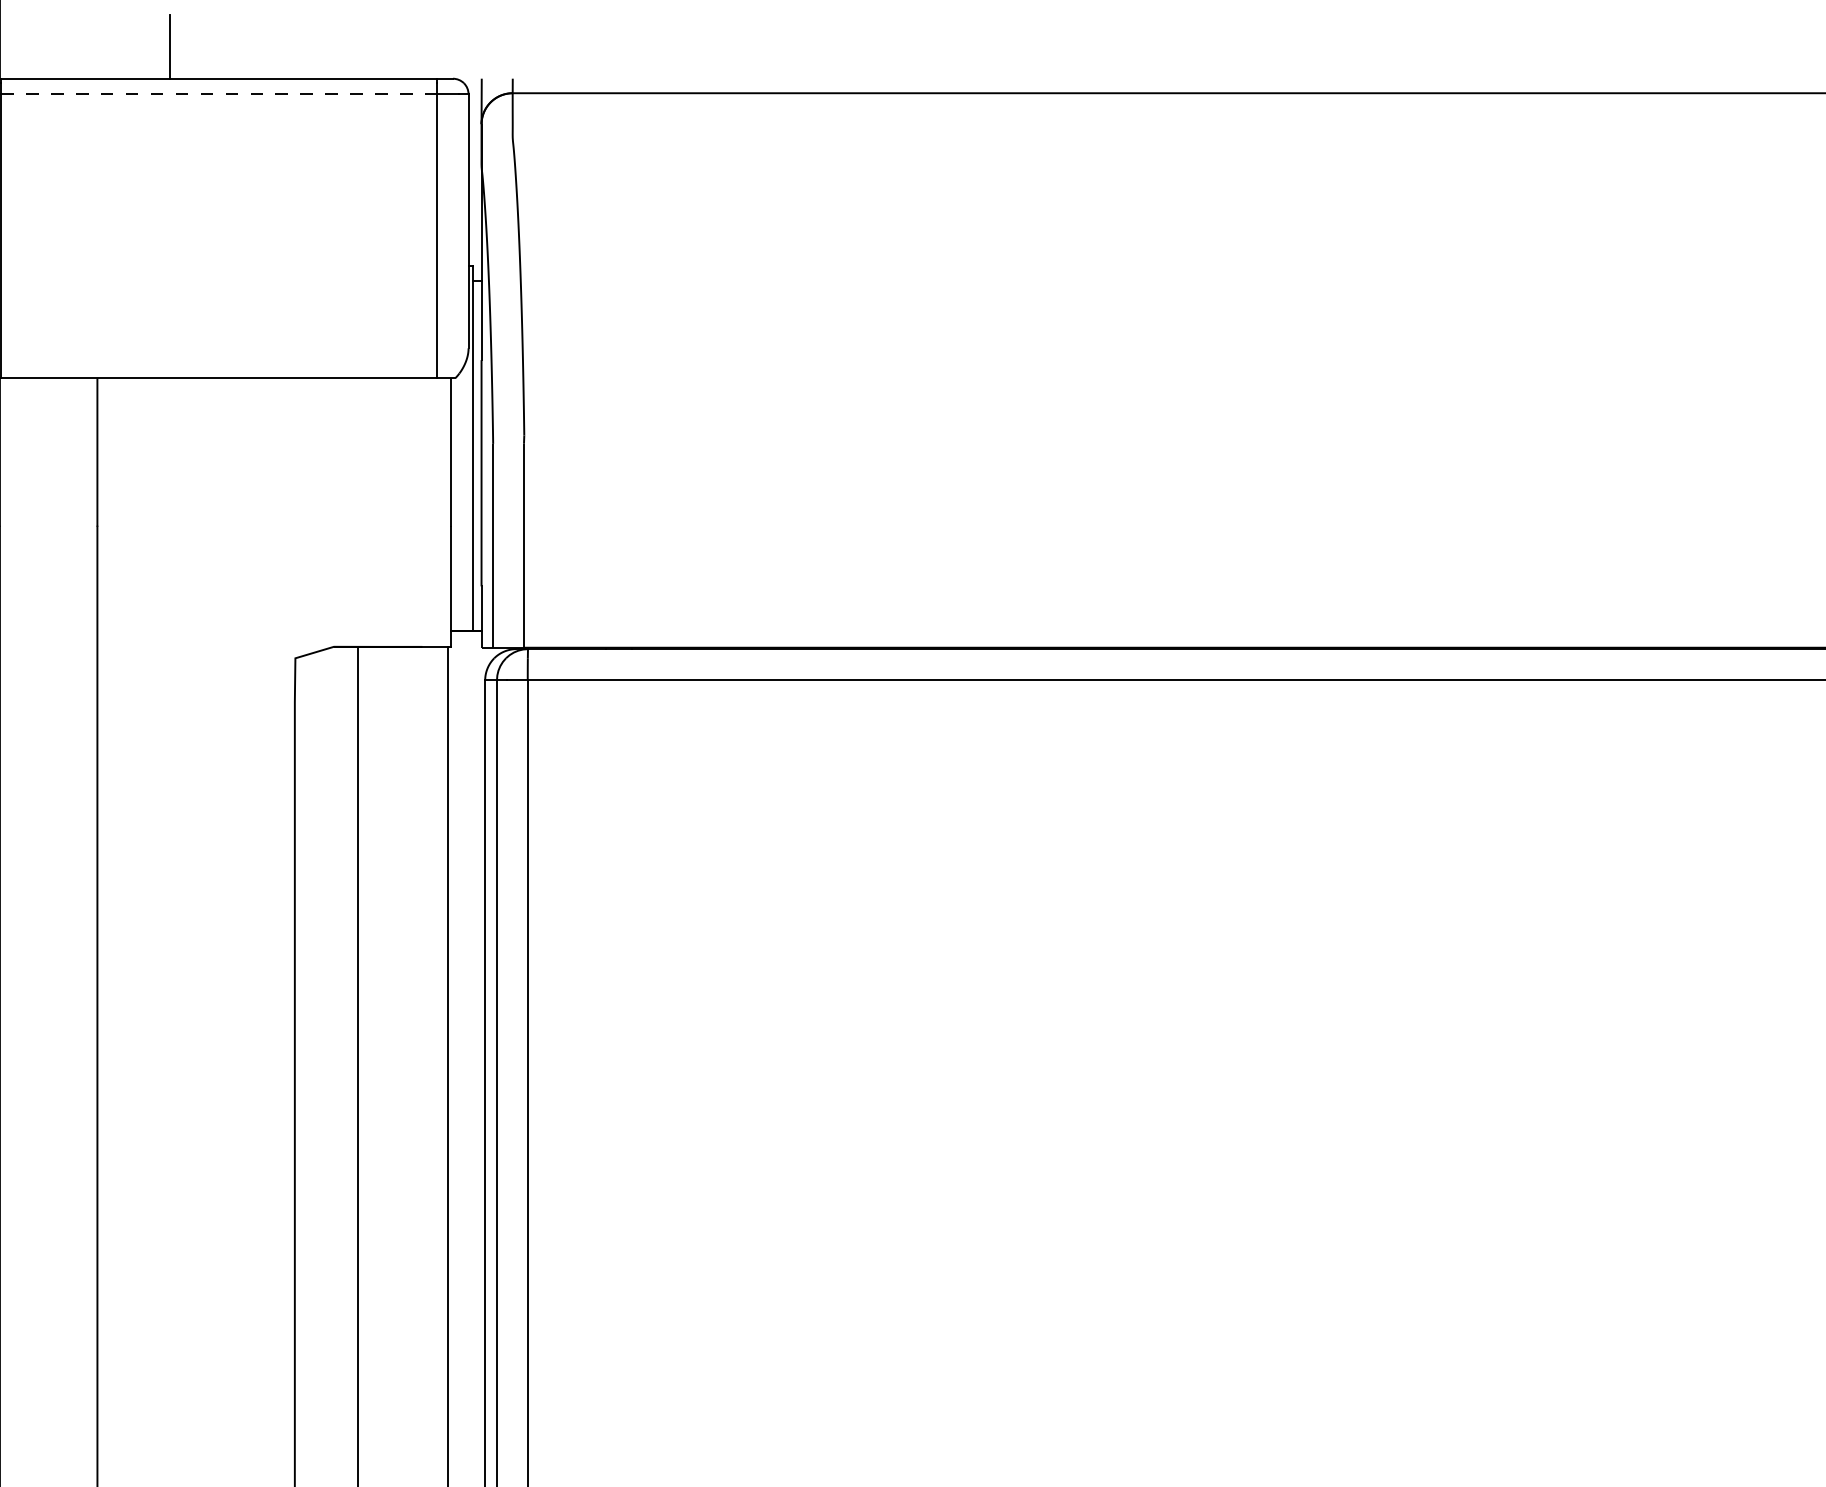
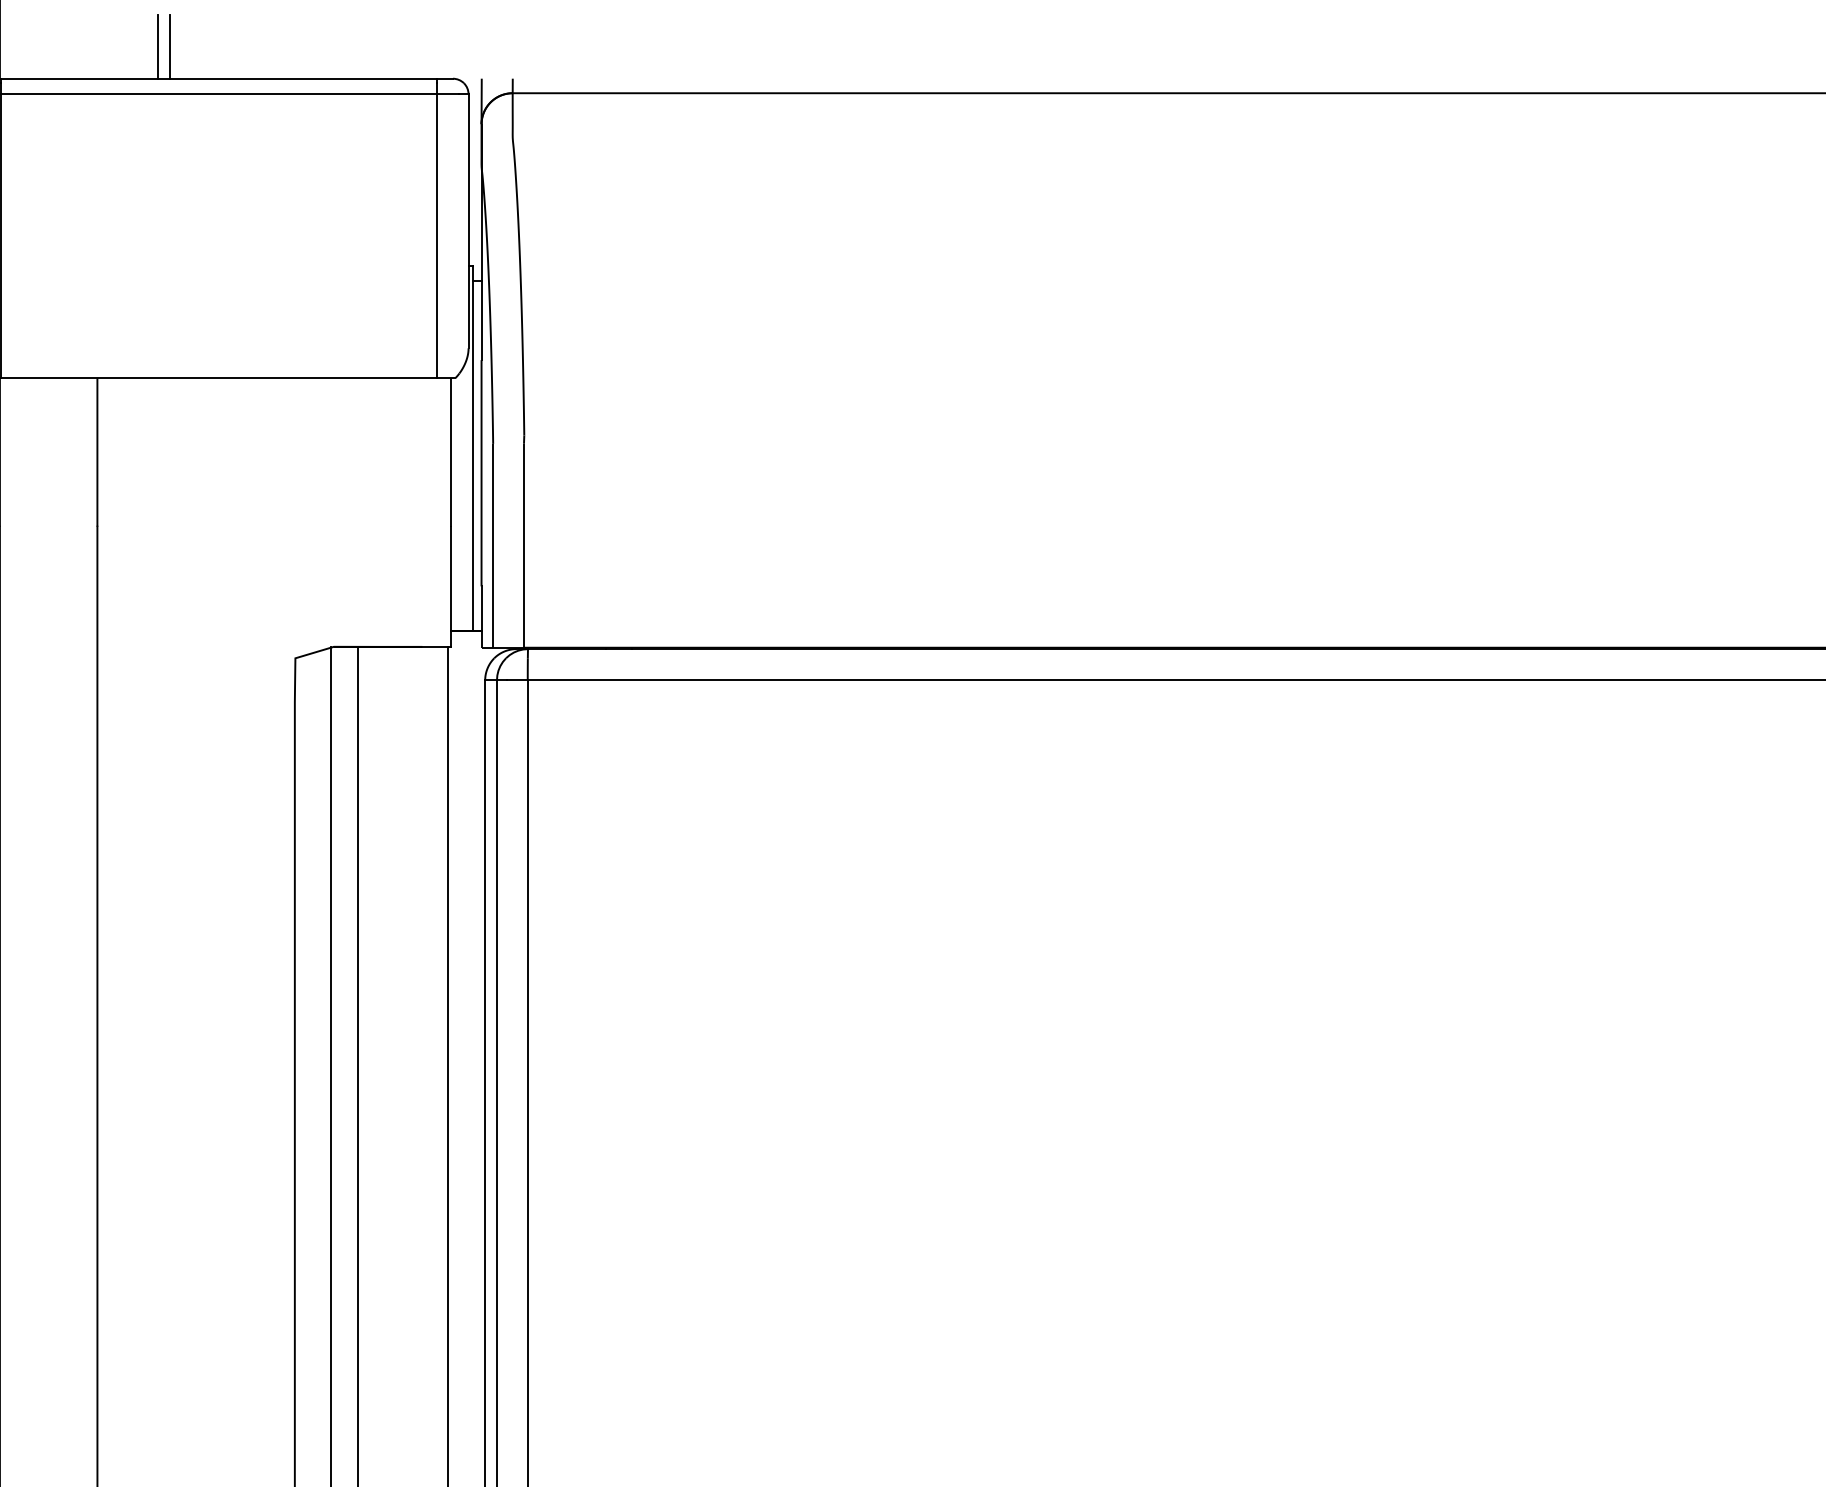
line at (157, 46): none -> present
line at (219, 94): dashed -> solid
line at (330, 1064): none -> present
